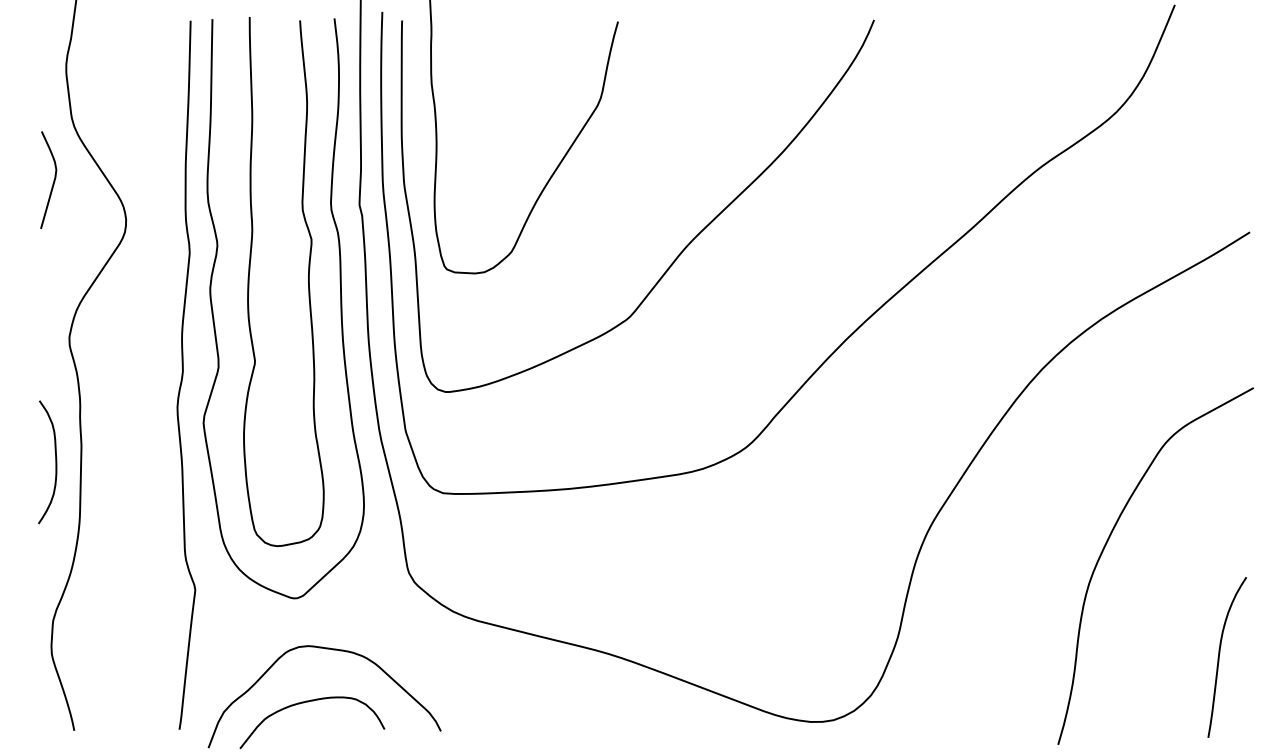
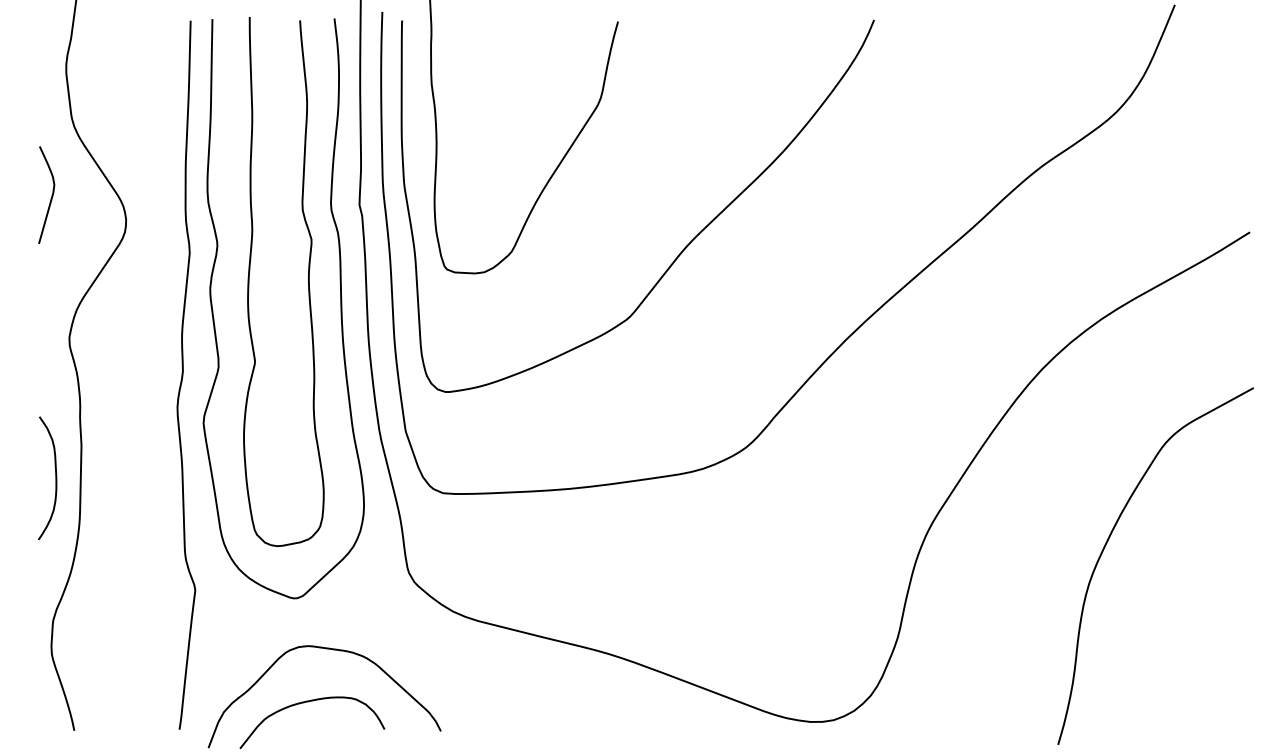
curve at (53, 180) position: (53, 180) -> (51, 195)
curve at (55, 462) position: (55, 462) -> (55, 478)
curve at (1219, 657): present -> none
